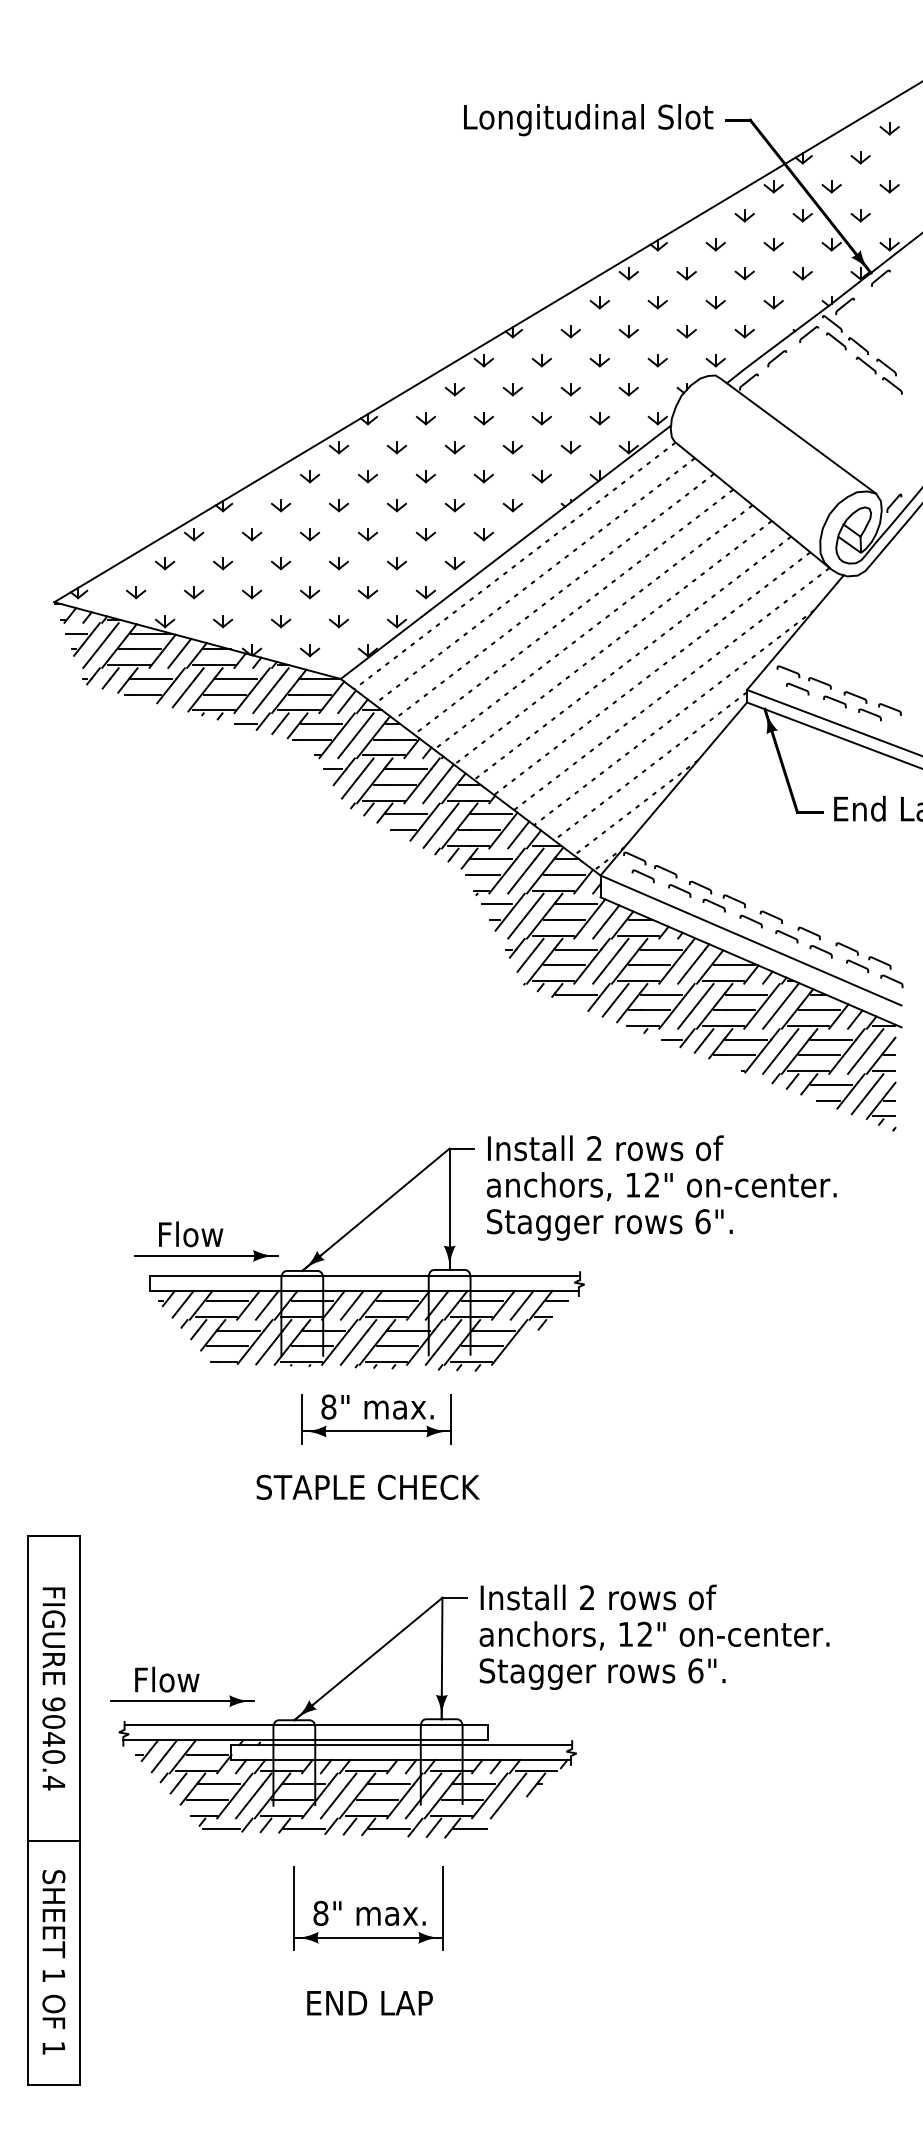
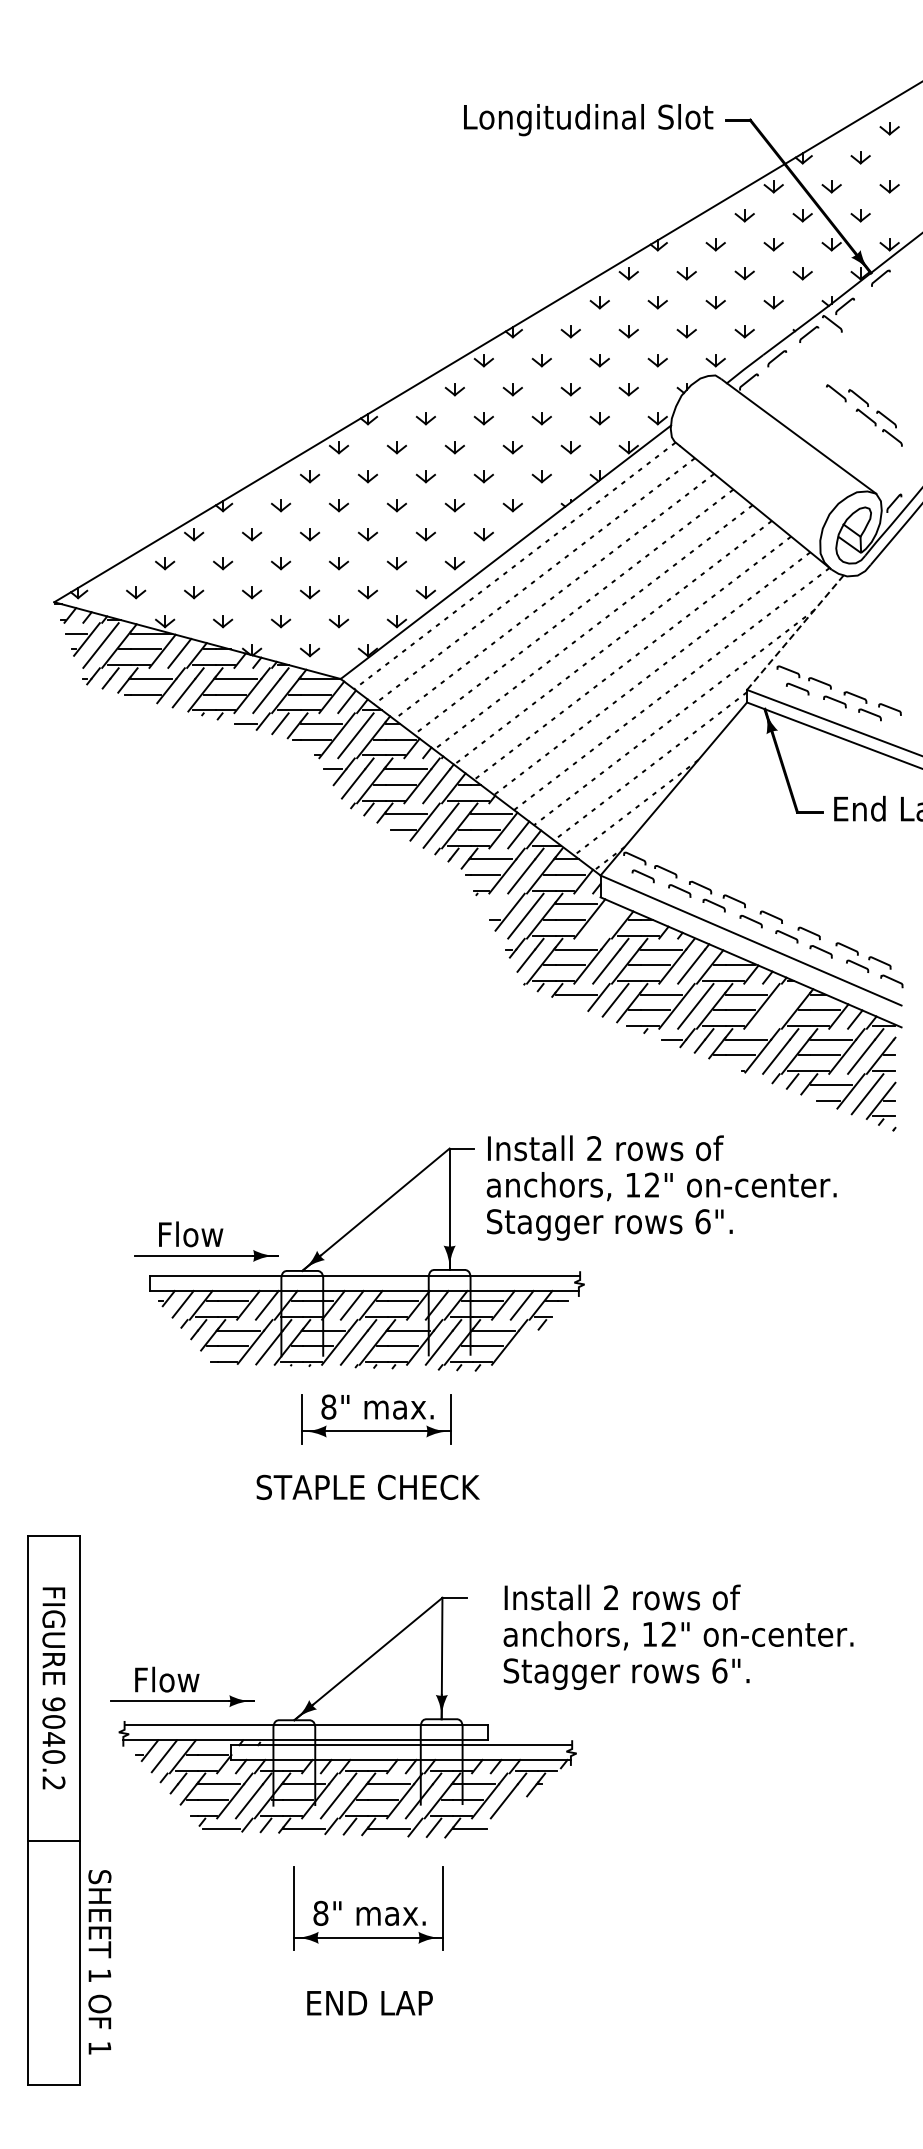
part at (864, 363) position: (864, 363) -> (864, 415)
line at (795, 632): solid -> dashed
line at (496, 904): present -> none
line at (606, 921): present -> none
line at (780, 1006): present -> none
text at (654, 1636) position: (654, 1636) -> (678, 1636)
text at (53, 1783): 9040.4 -> 9040.2
text at (53, 1962) position: (53, 1962) -> (99, 1962)
